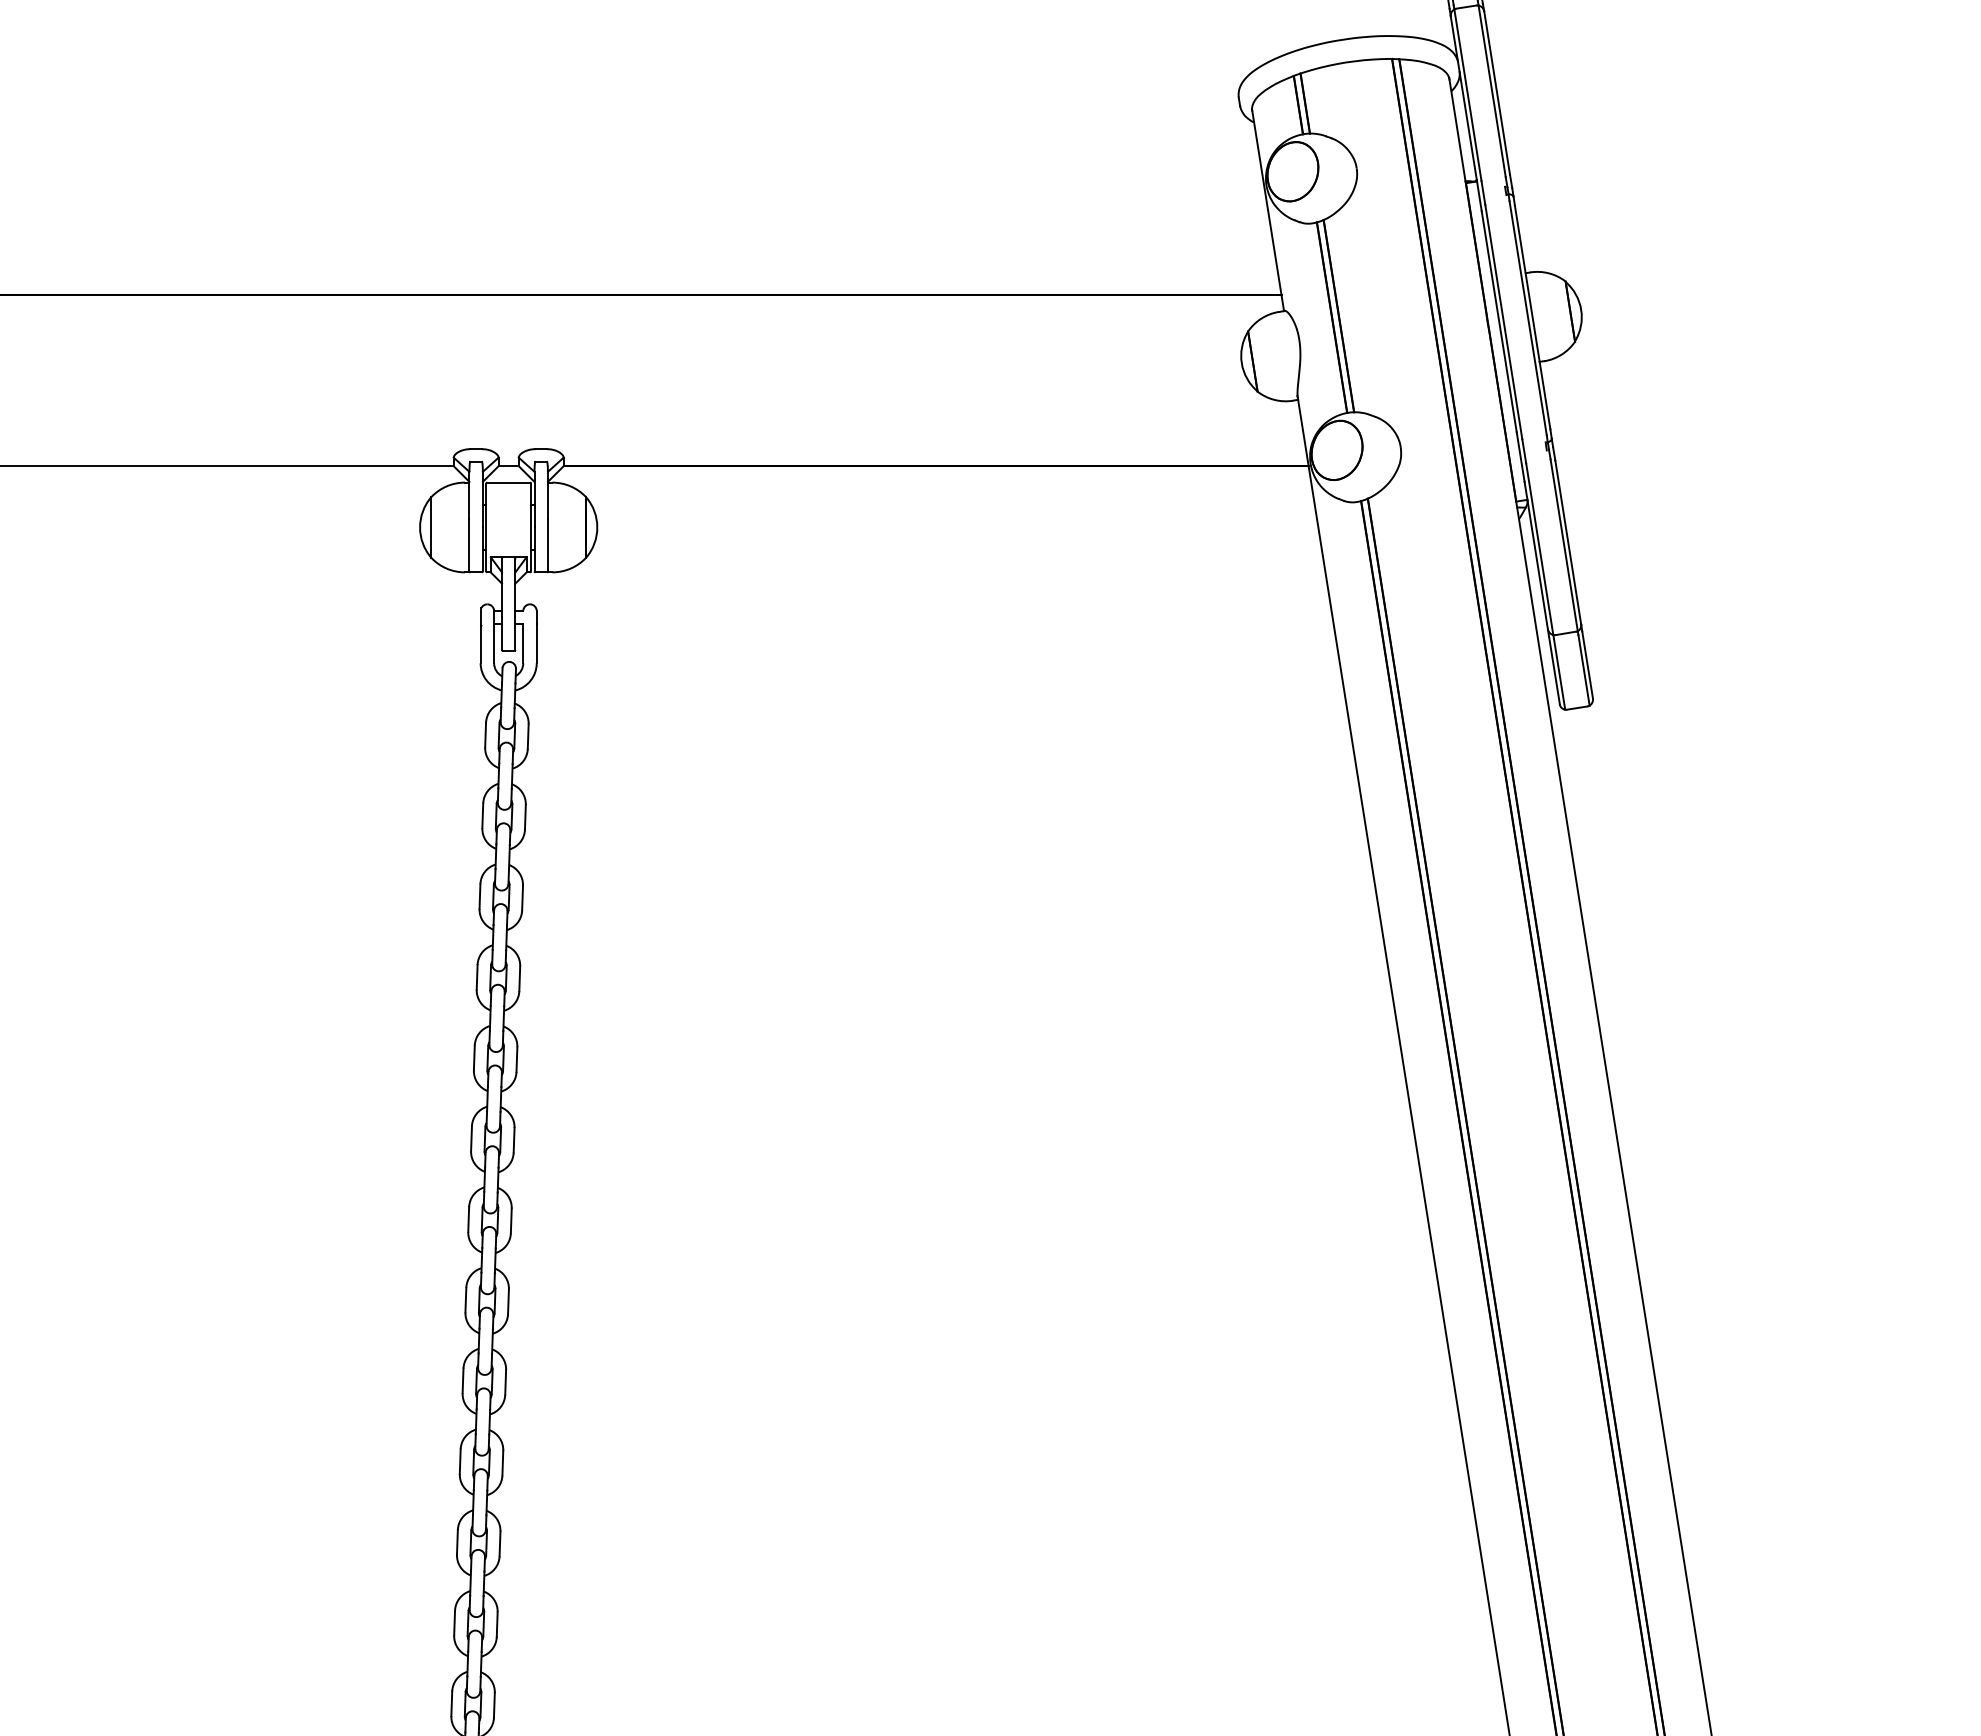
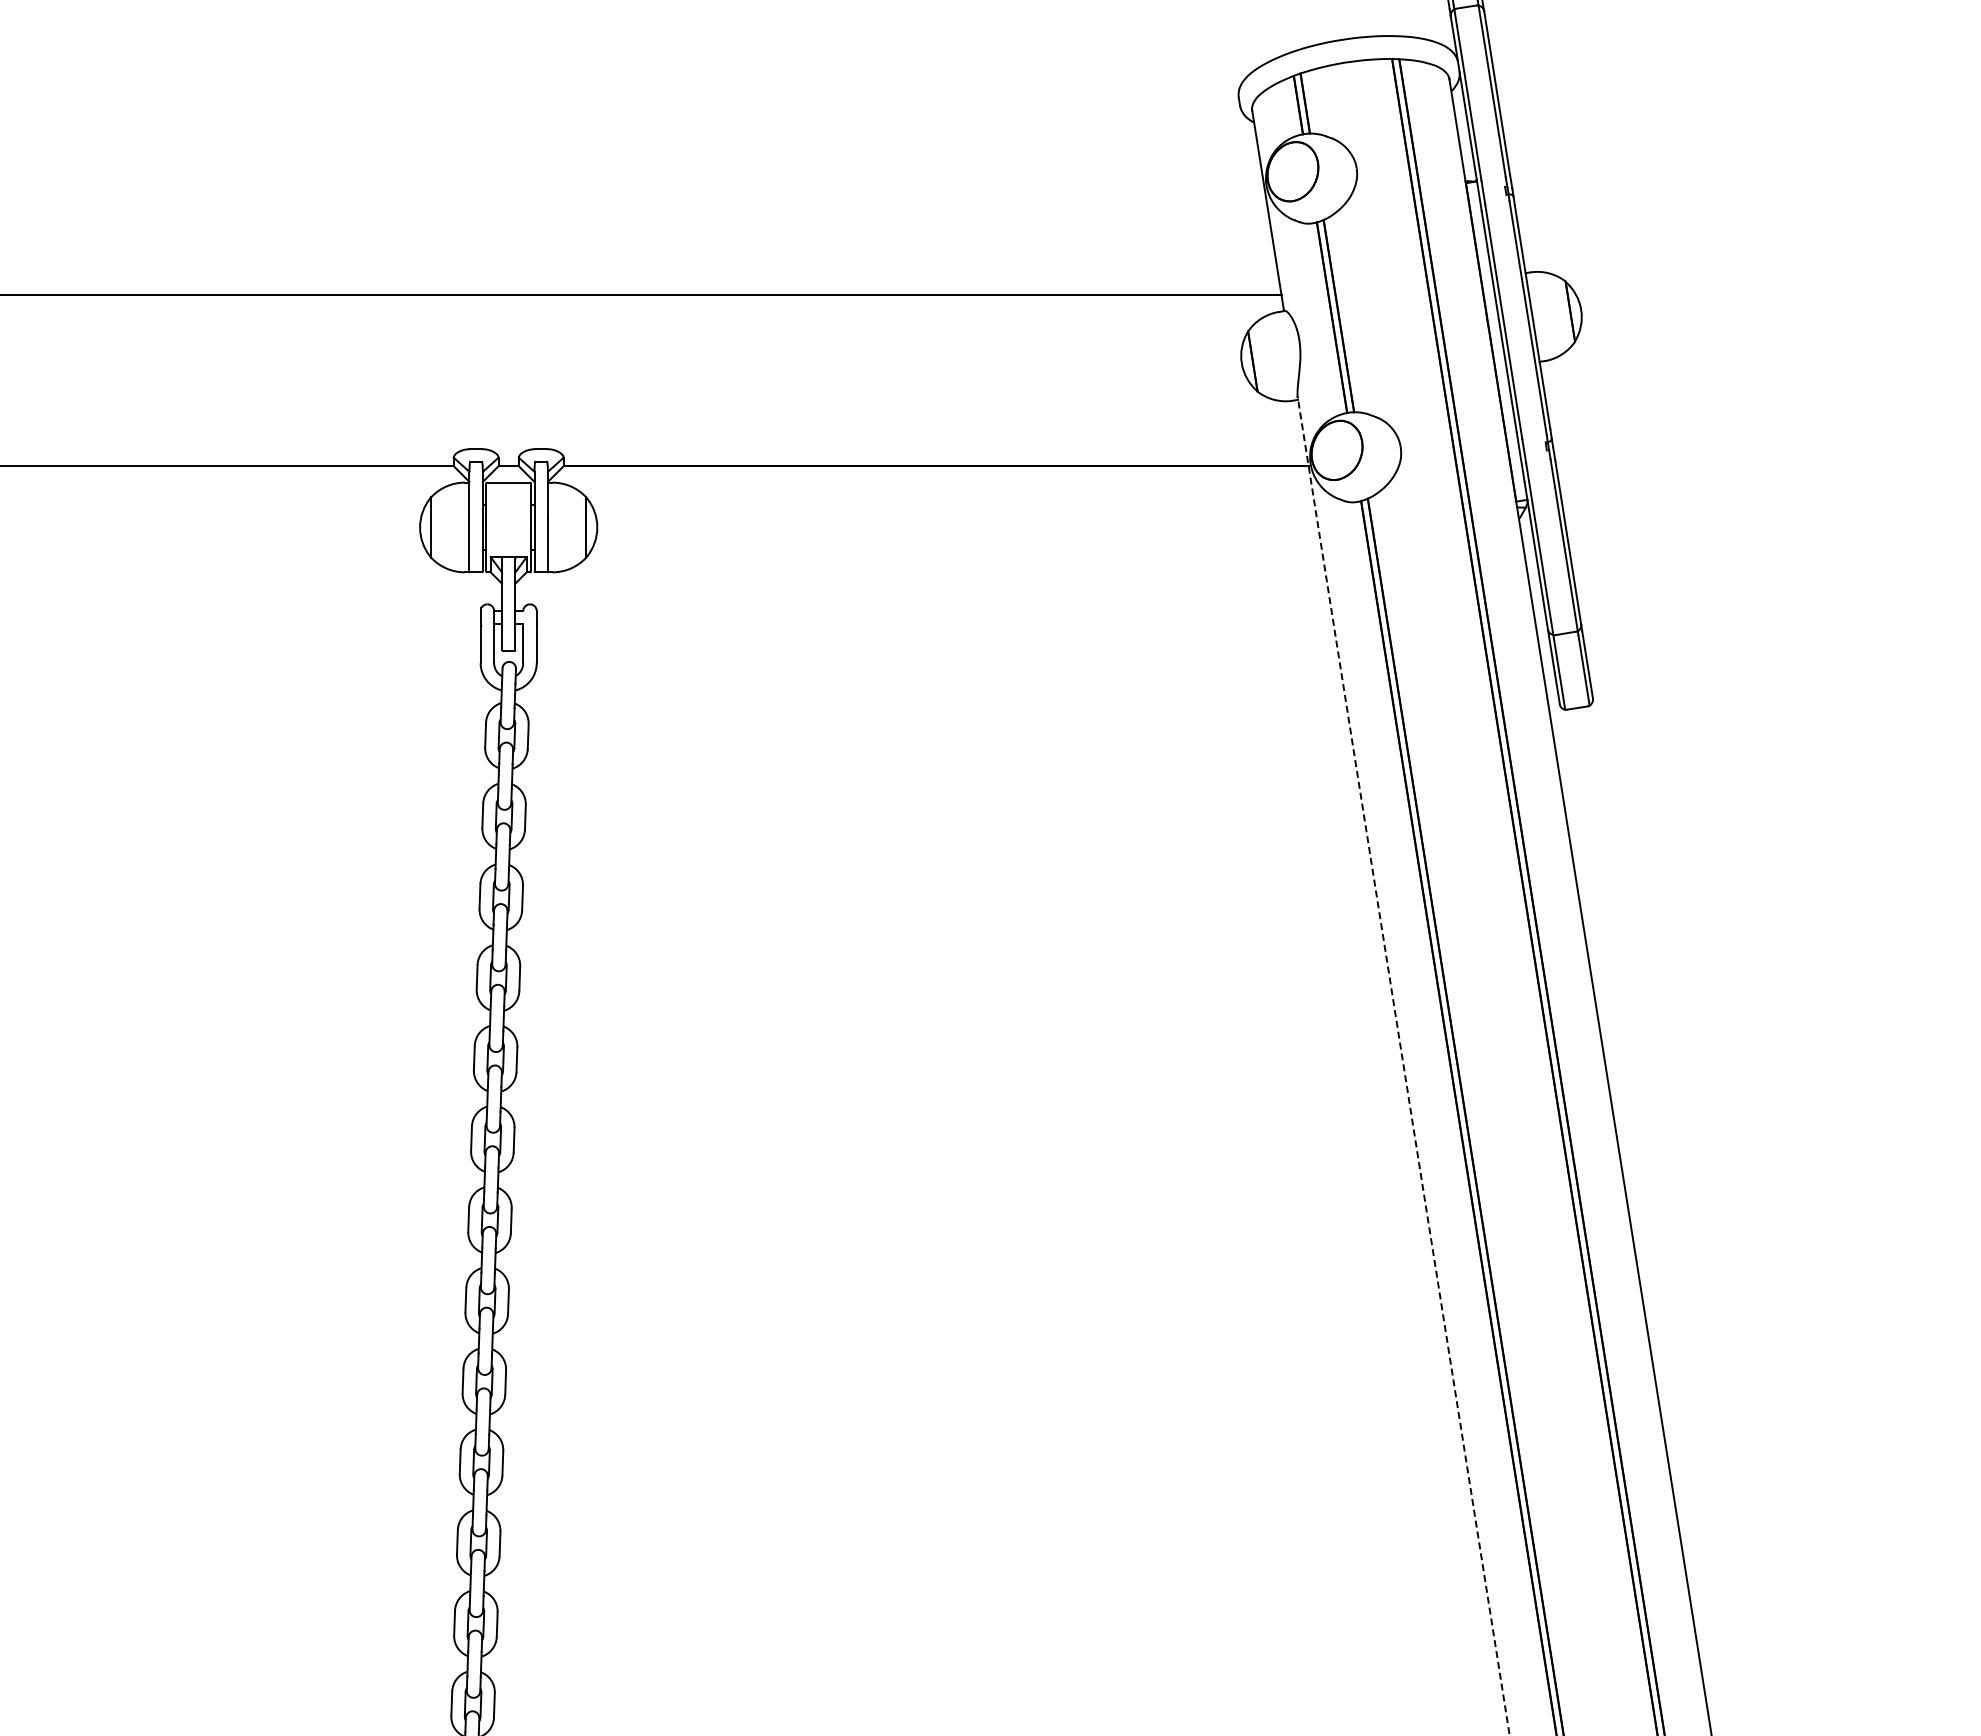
line at (1403, 1065): solid -> dashed
